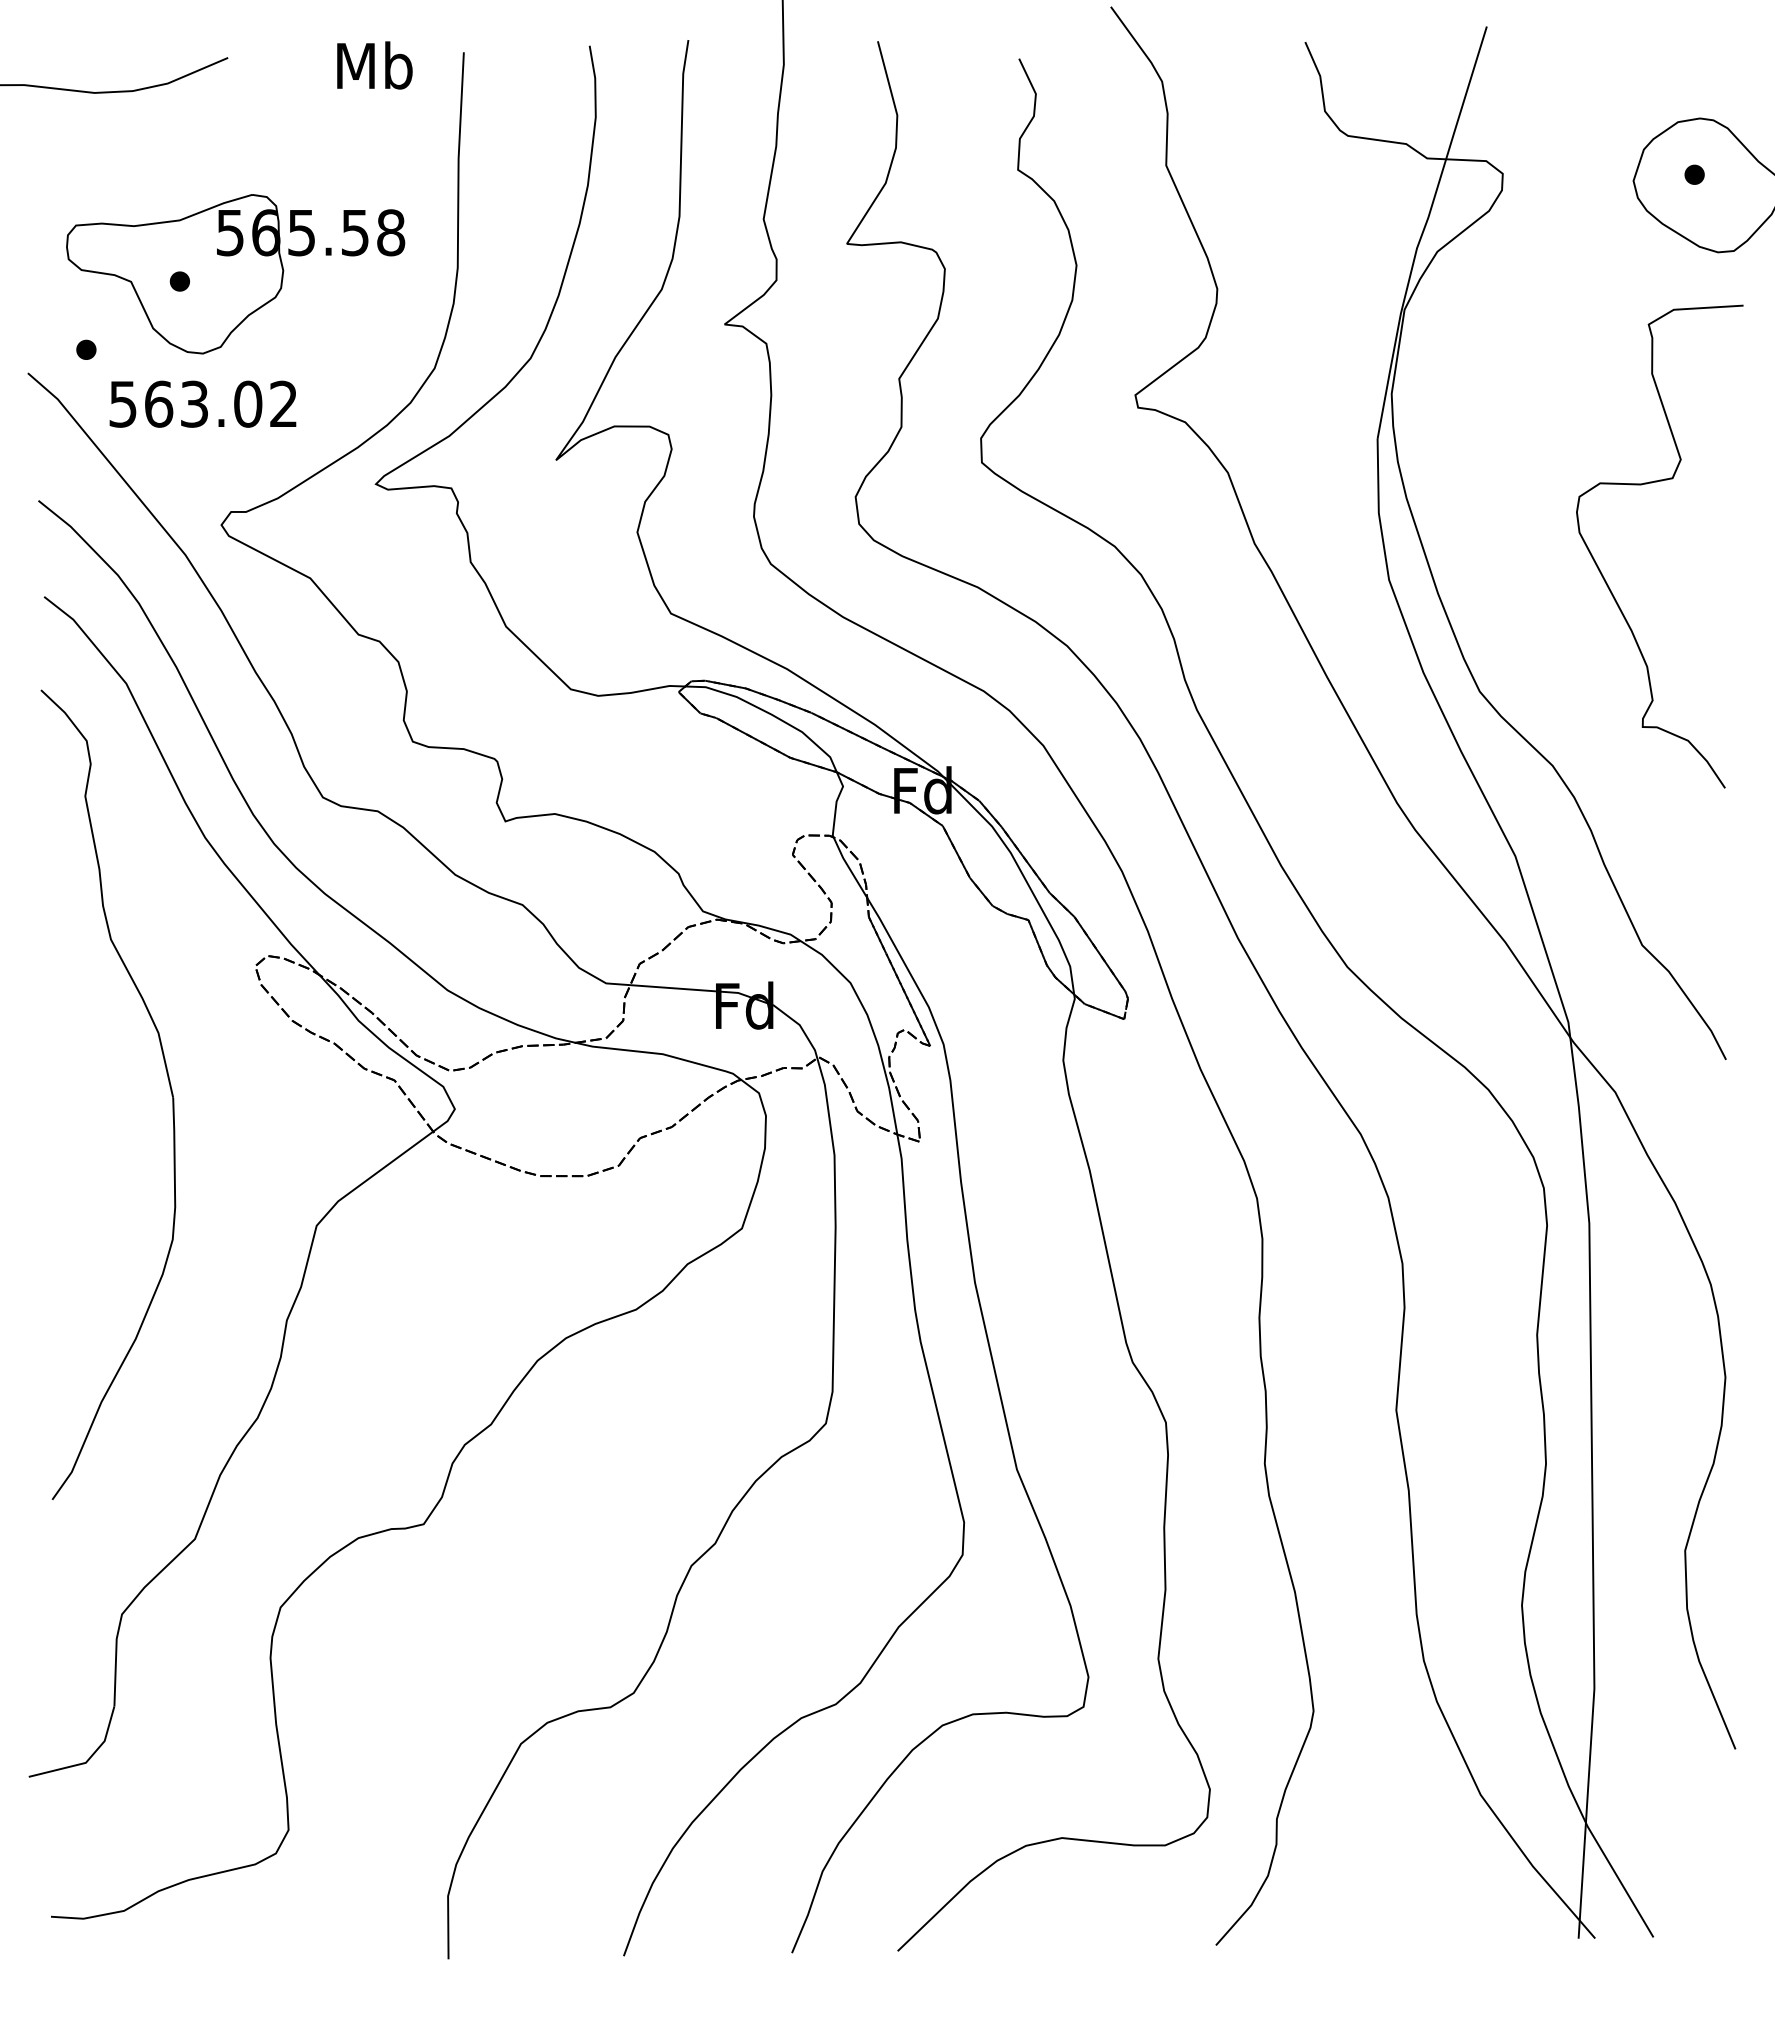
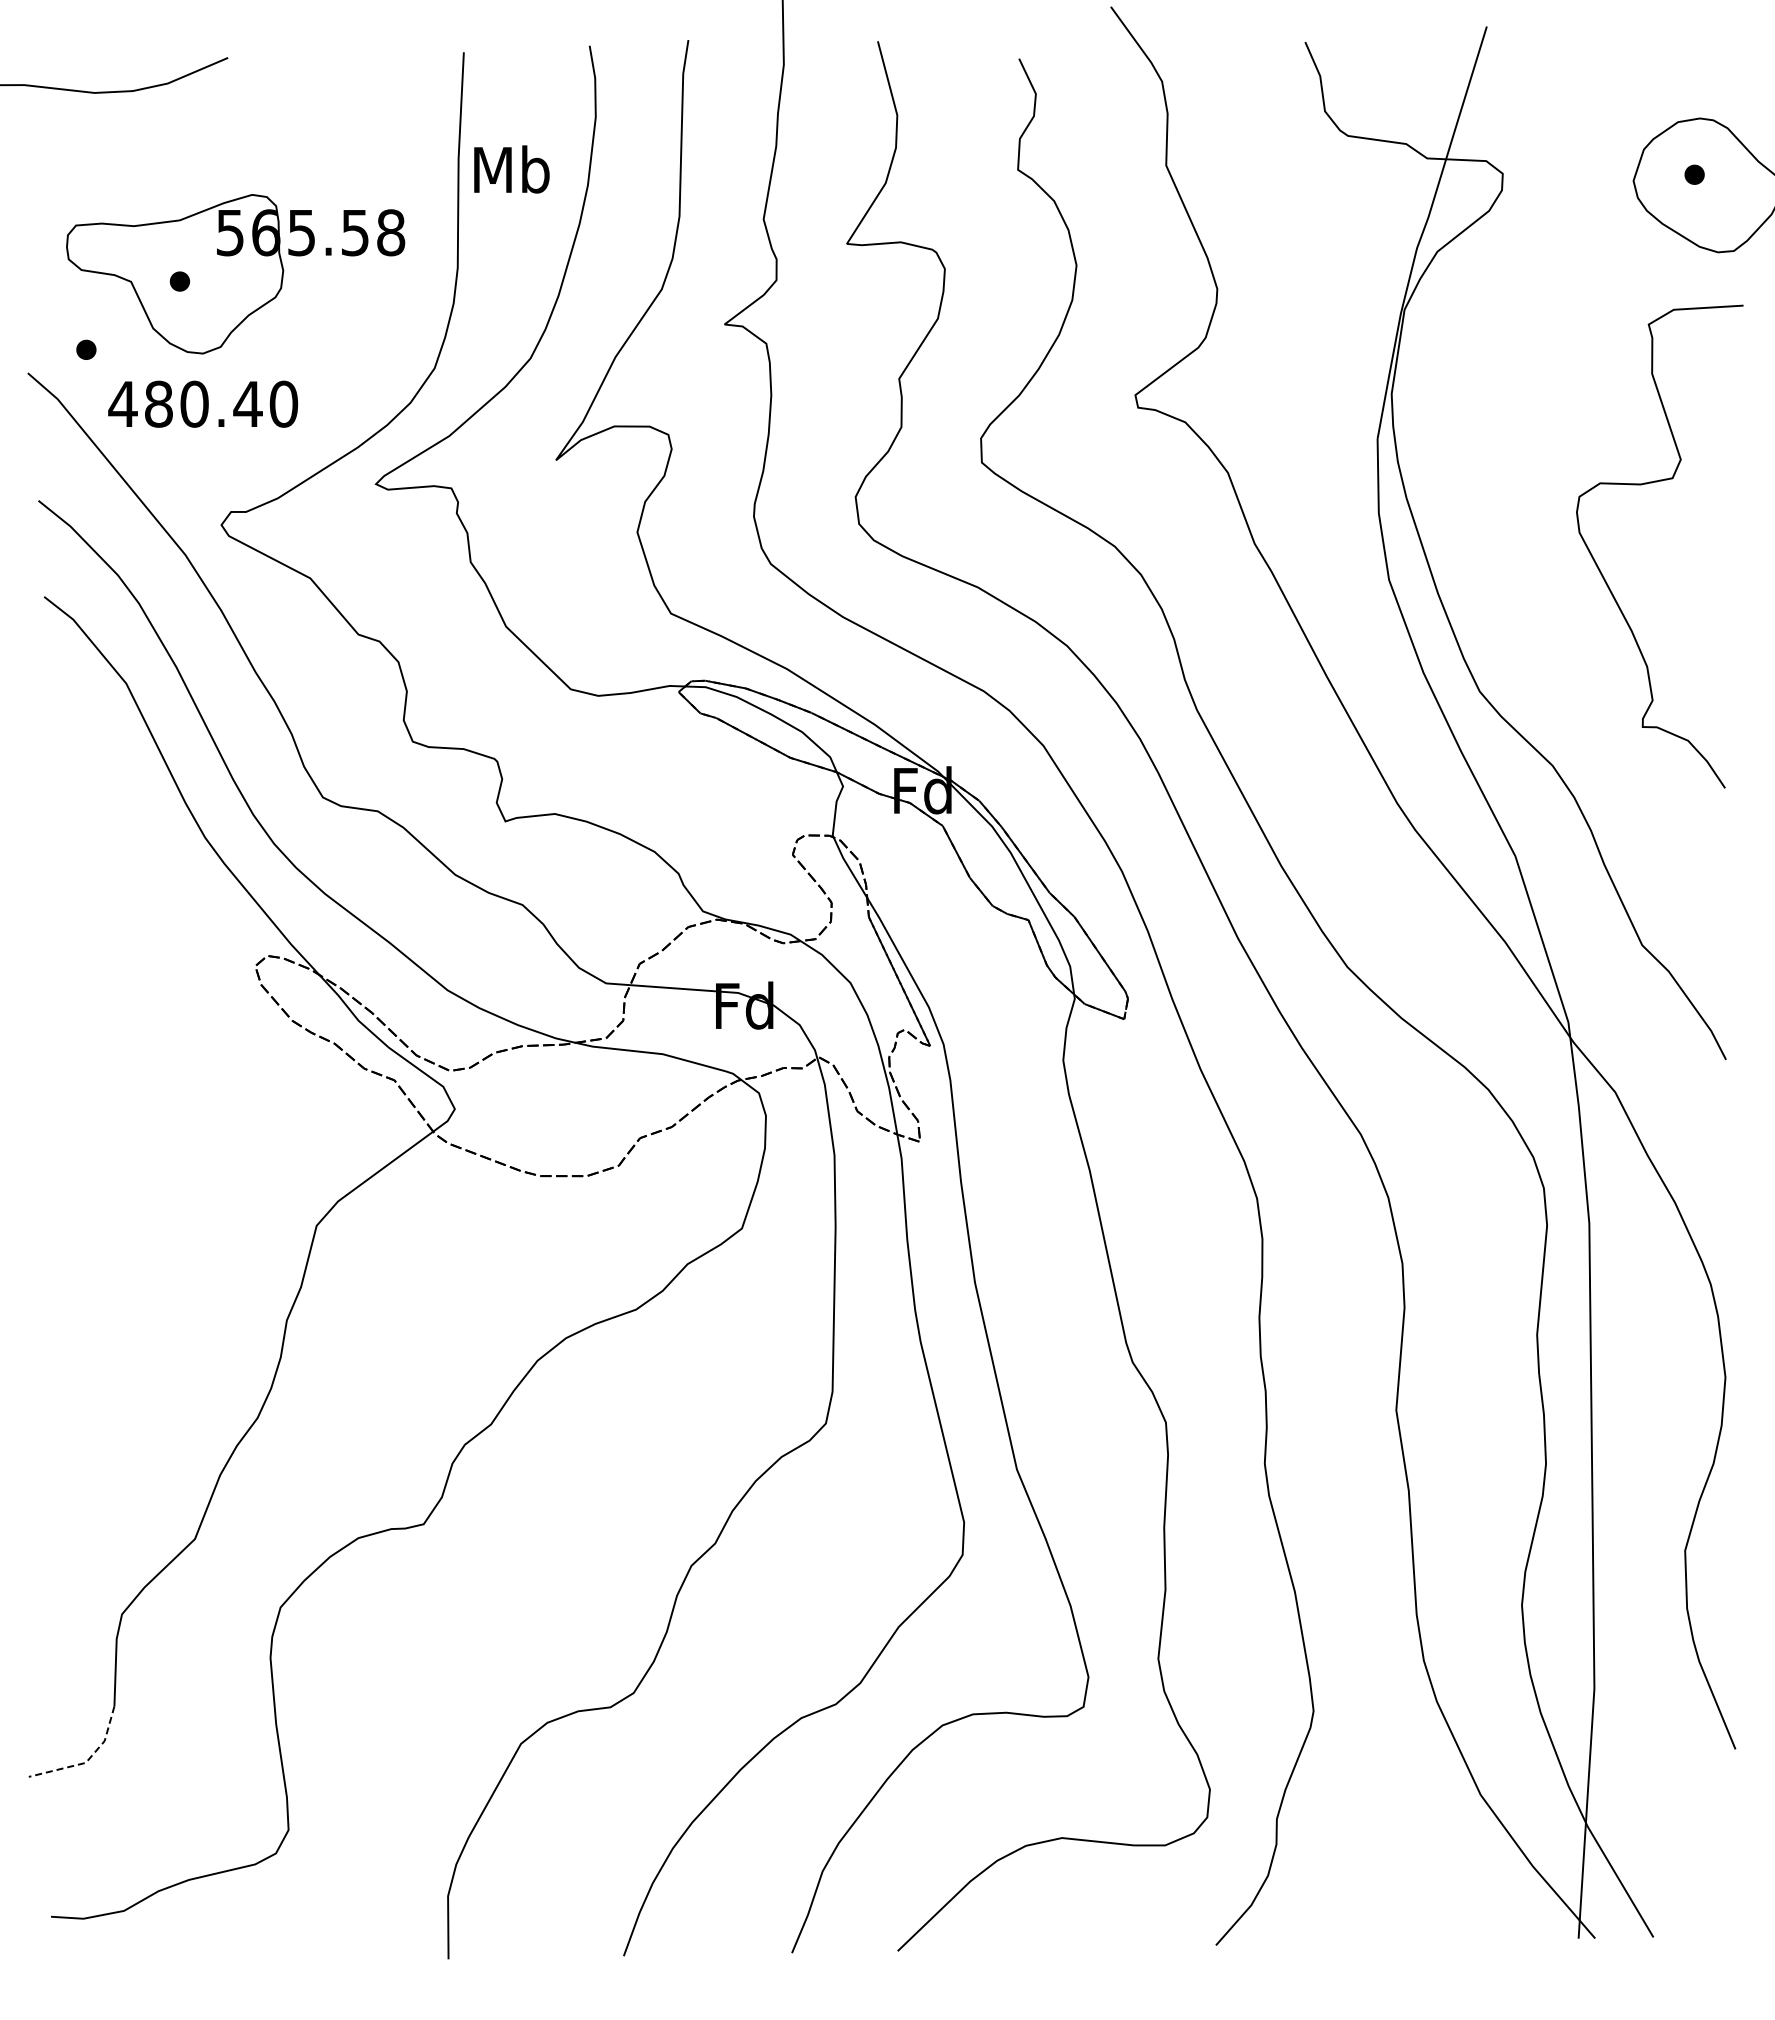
text at (374, 65) position: (374, 65) -> (511, 169)
text at (203, 403): 563.02 -> 480.40
part at (167, 1078): present -> none
line at (87, 1760): solid -> dashed
